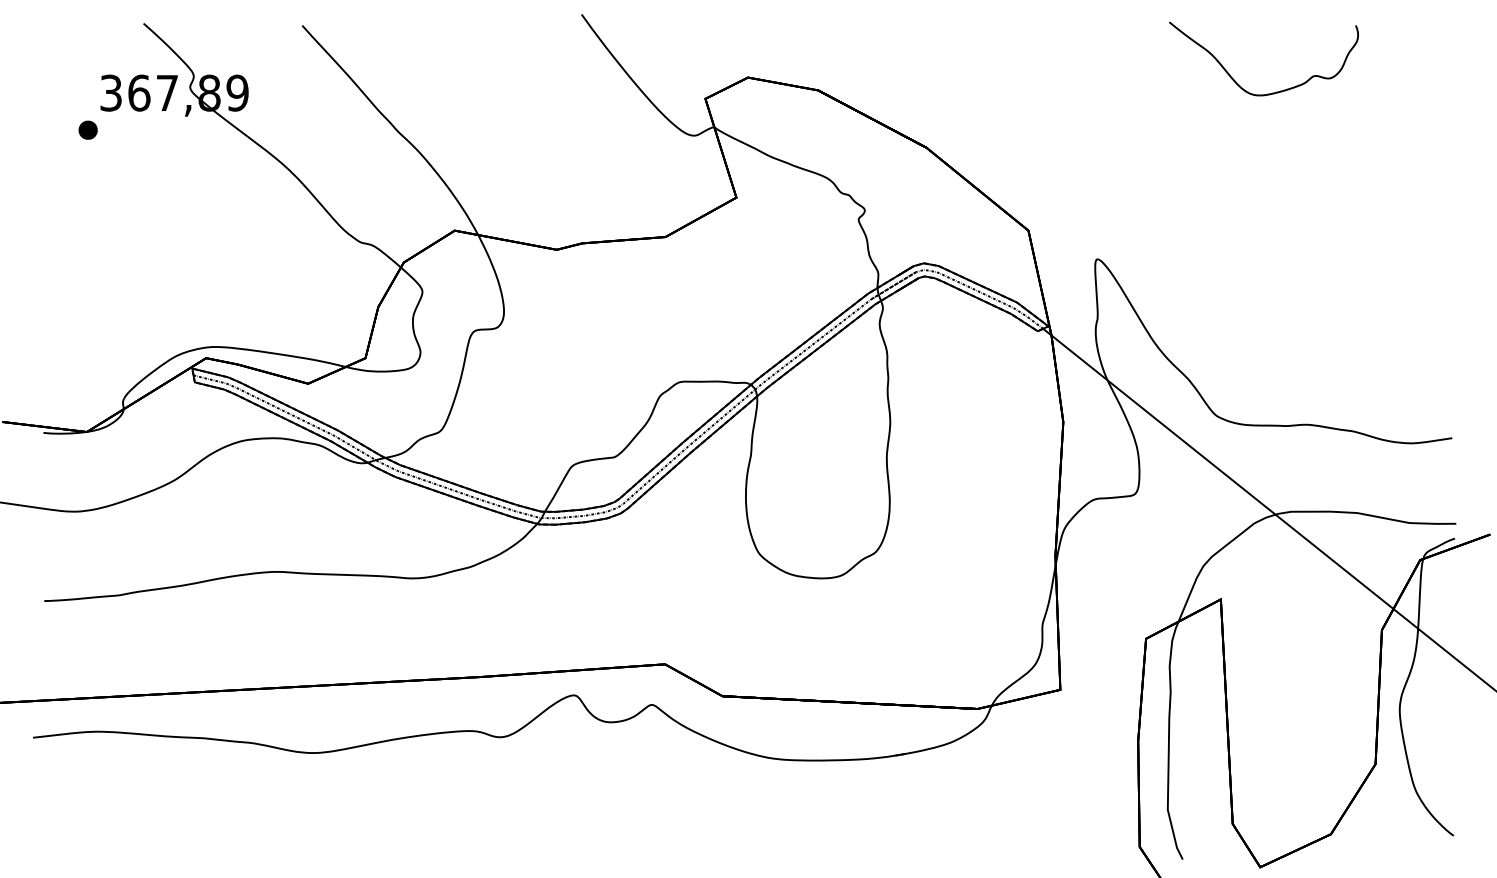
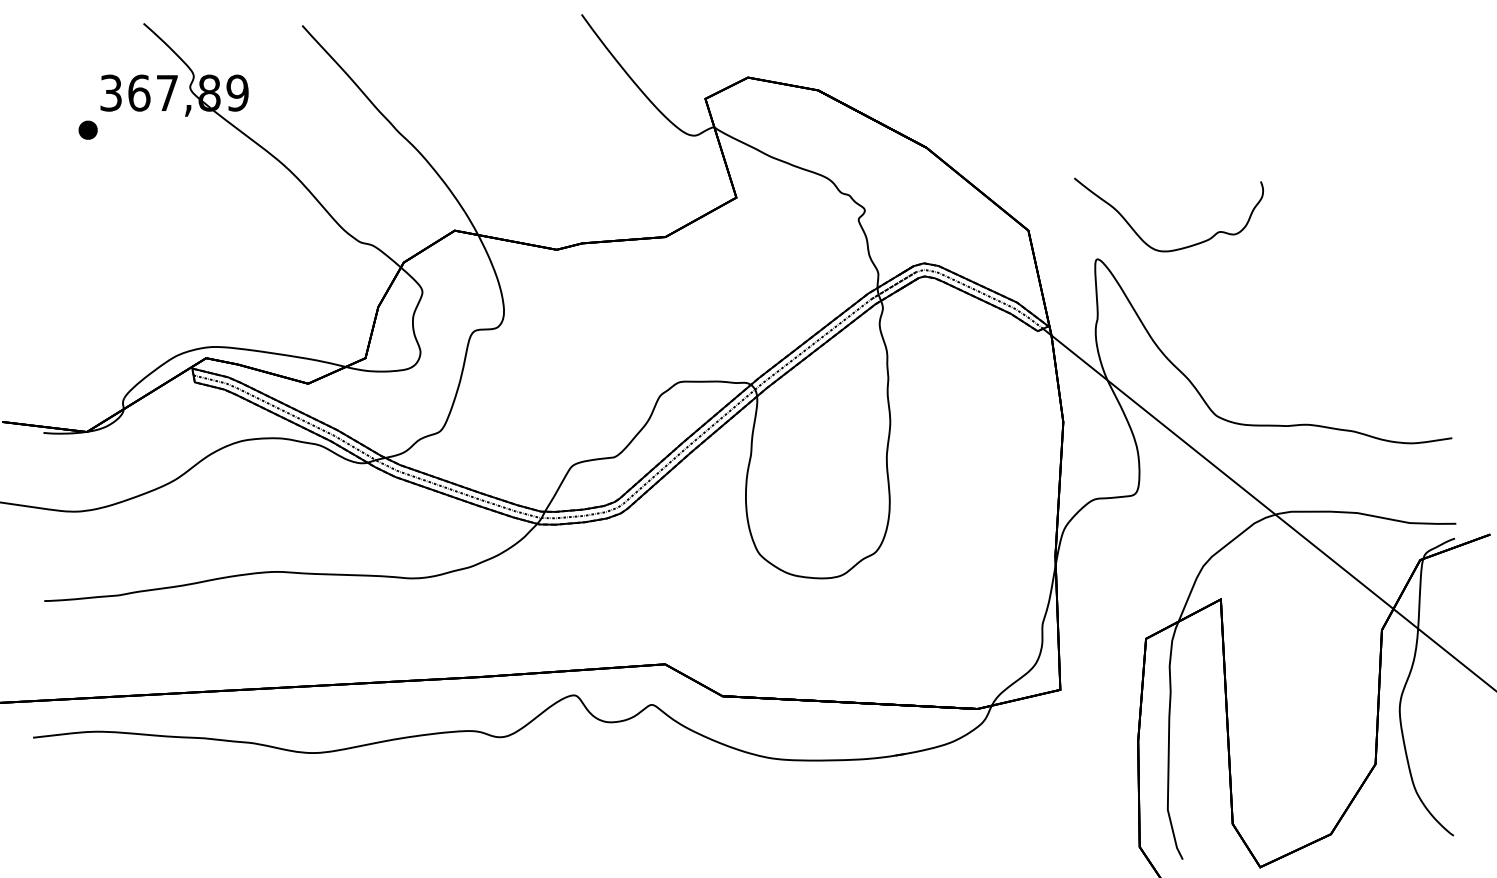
part at (1272, 92) position: (1272, 92) -> (1177, 248)
